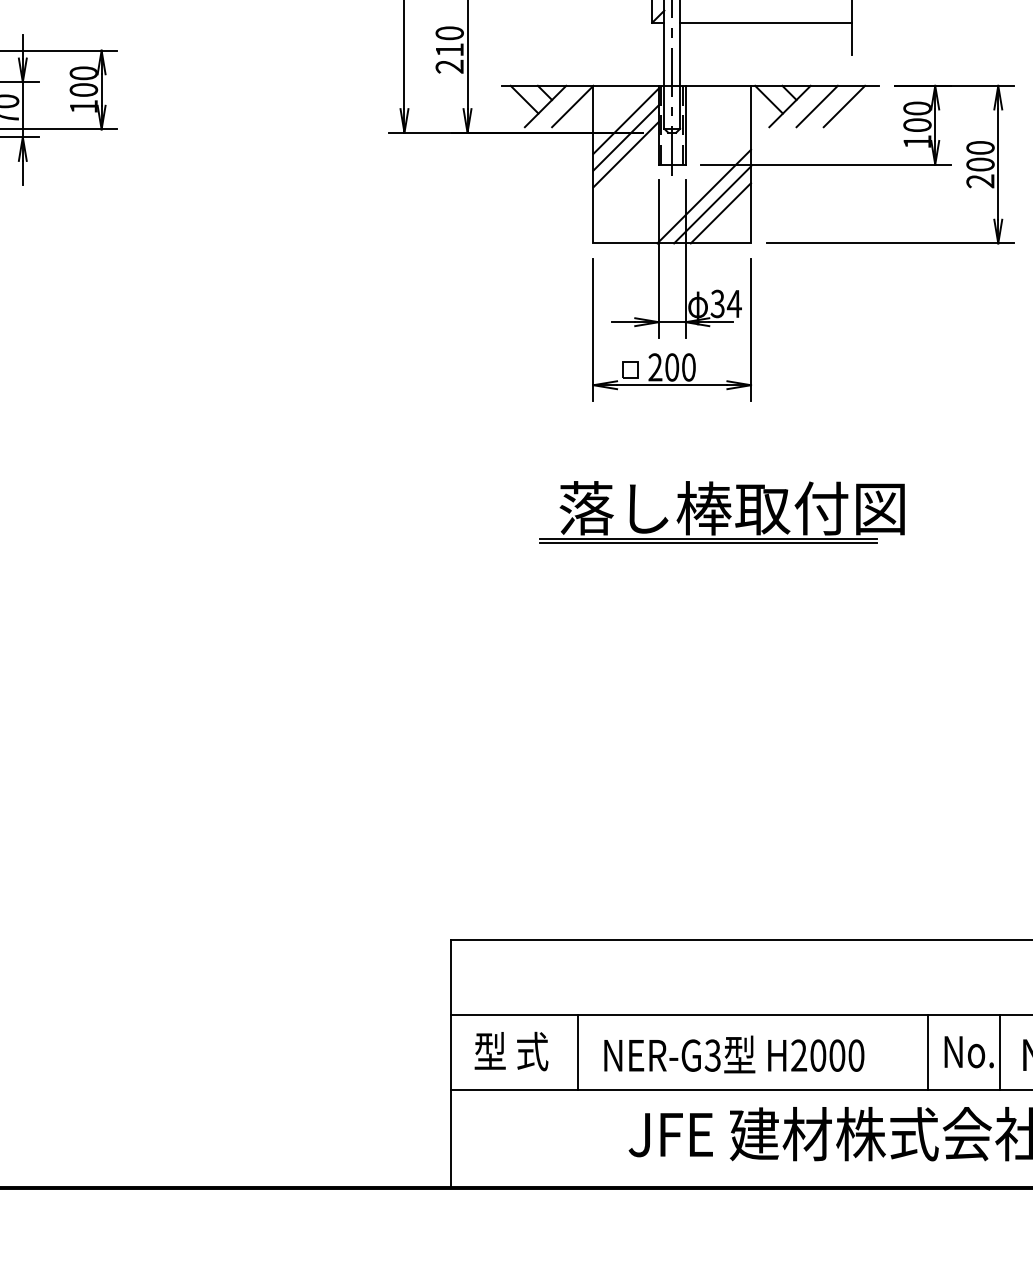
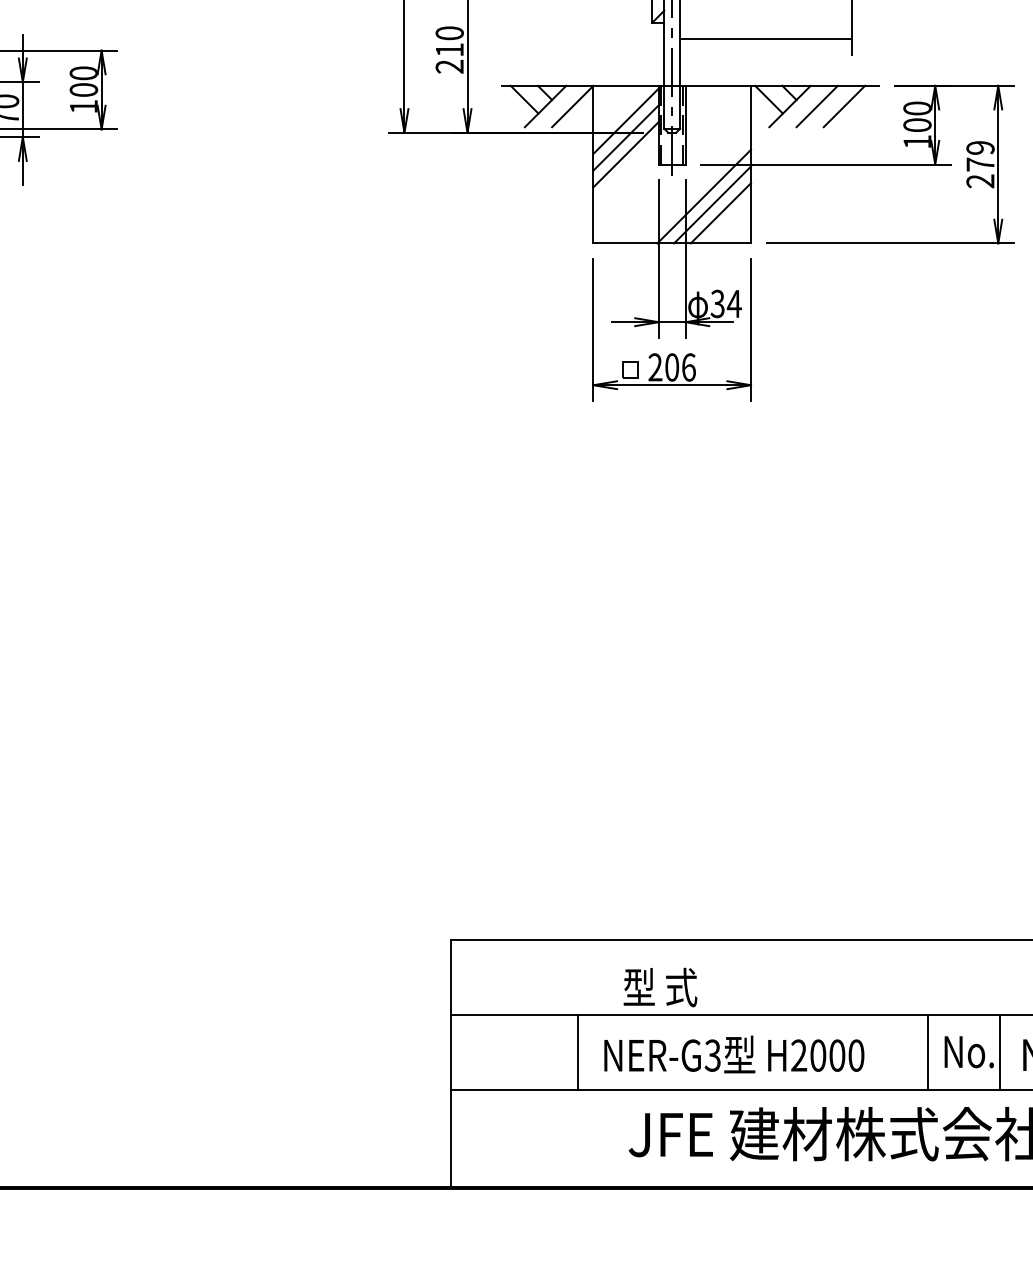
line at (765, 22) position: (765, 22) -> (765, 38)
text at (980, 156): 200 -> 279
text at (688, 367): 200 -> 206
part at (721, 512): present -> none
text at (511, 1051) position: (511, 1051) -> (660, 987)
